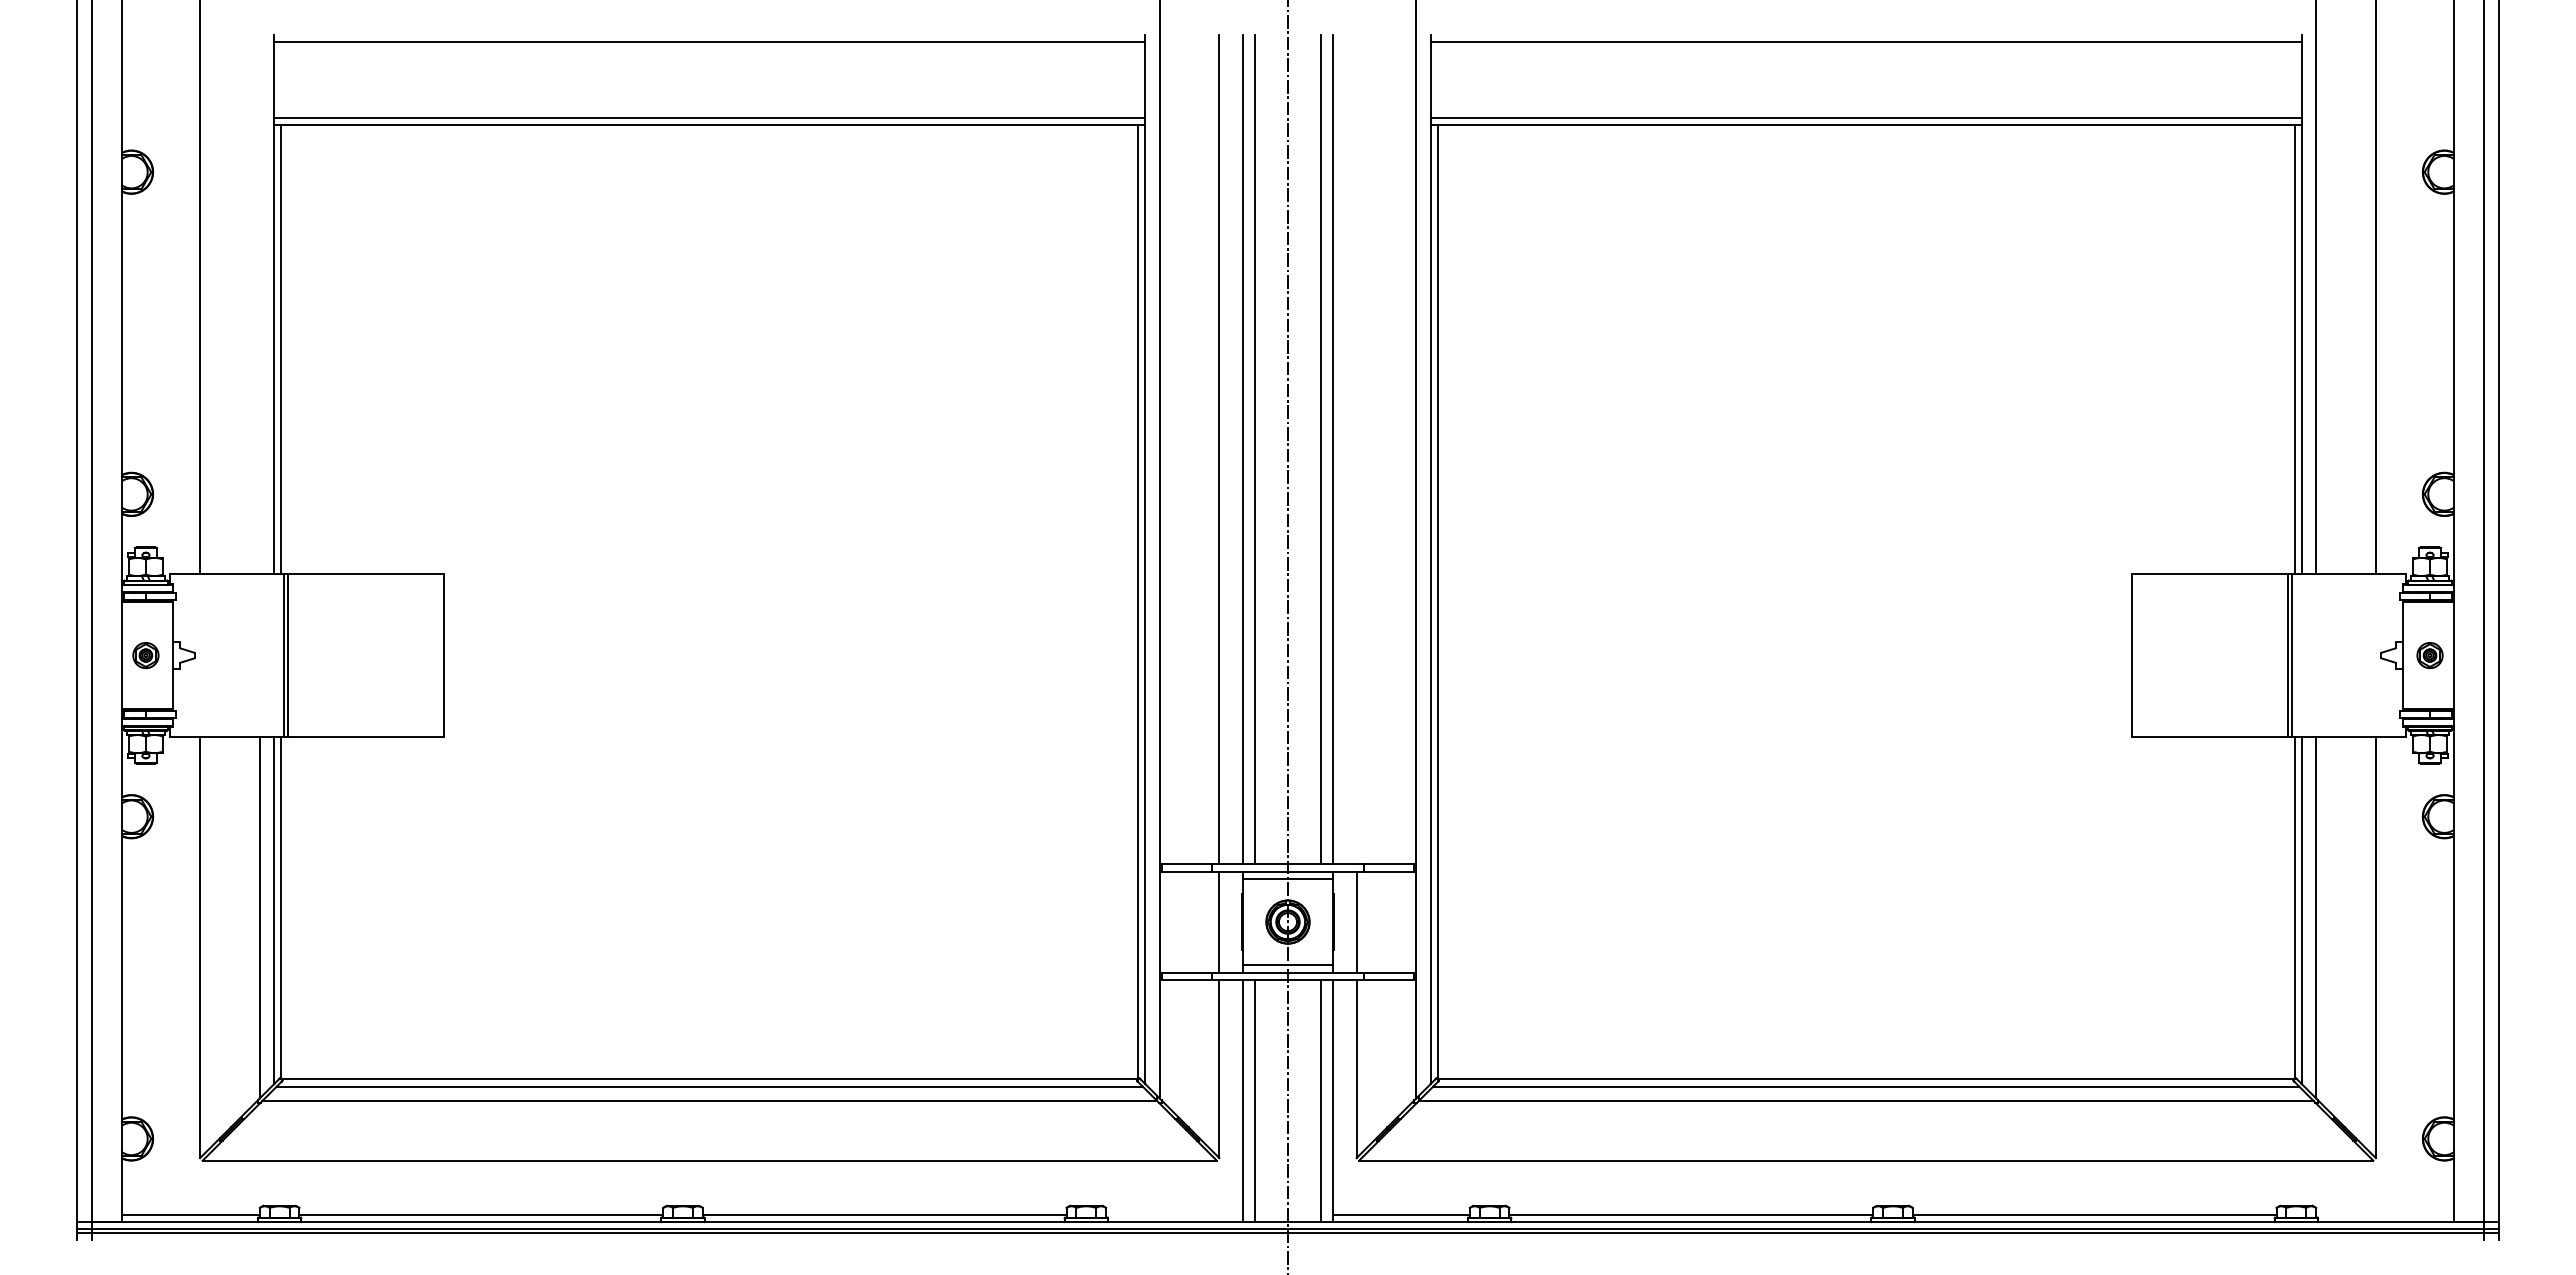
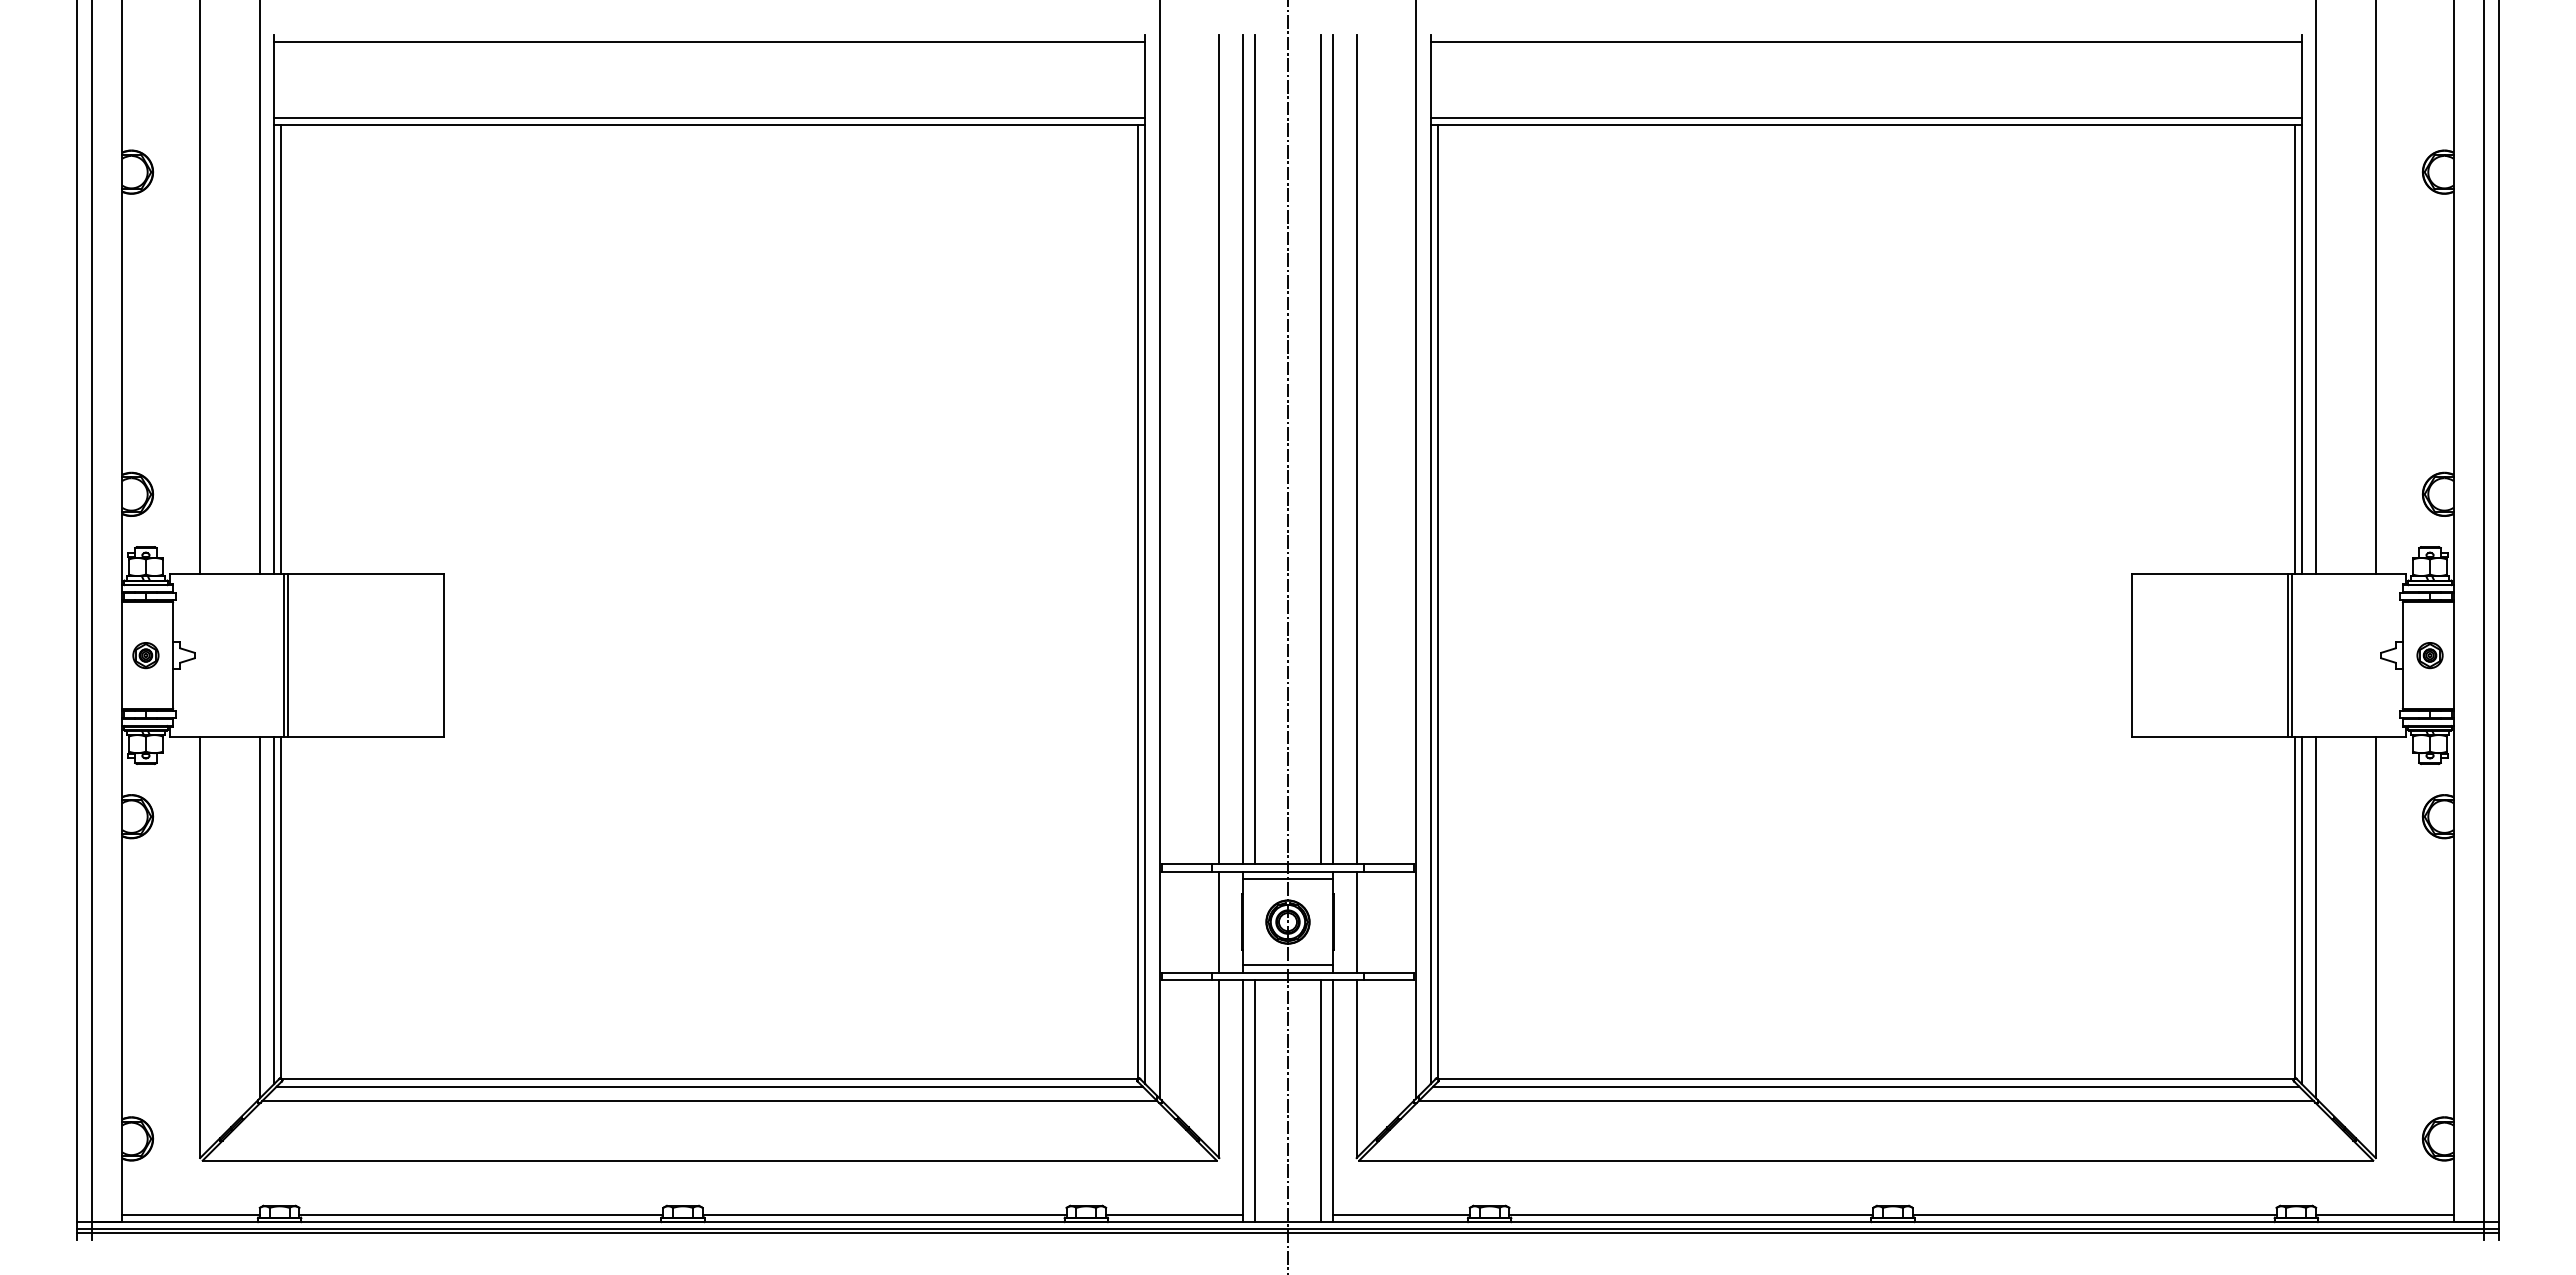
line at (259, 288): none -> present
line at (1356, 449): none -> present
line at (1174, 1214): none -> present
line at (2384, 1214): none -> present
